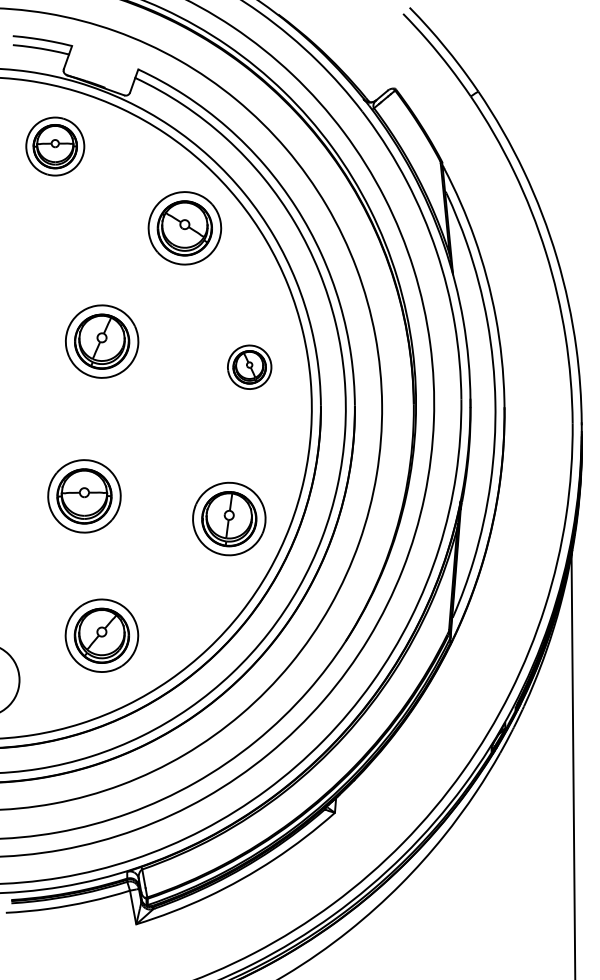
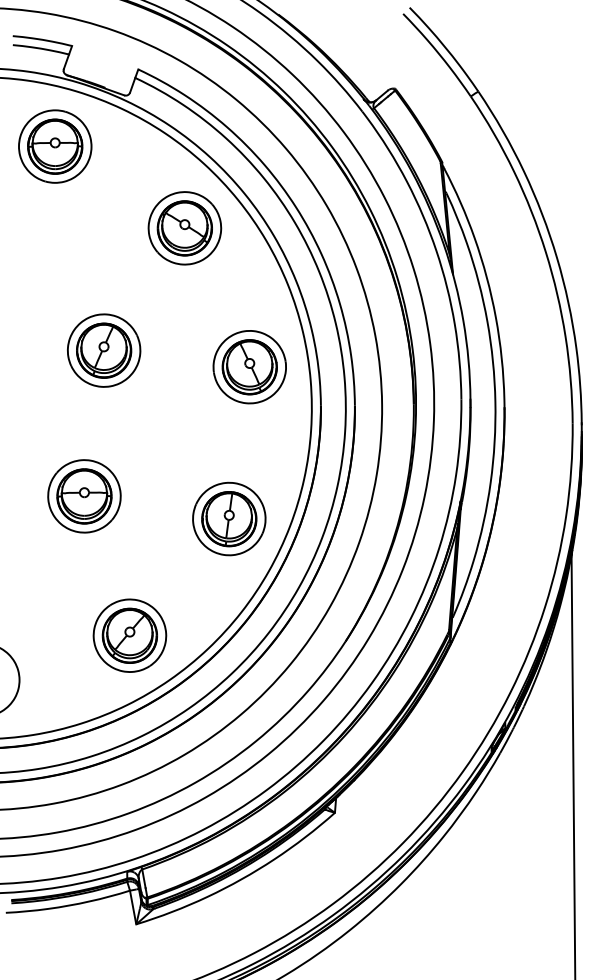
part at (55, 146) size: 61x61 px -> 75x75 px
part at (102, 341) position: (102, 341) -> (104, 350)
part at (249, 366) size: 46x46 px -> 75x75 px
part at (101, 635) position: (101, 635) -> (129, 635)
